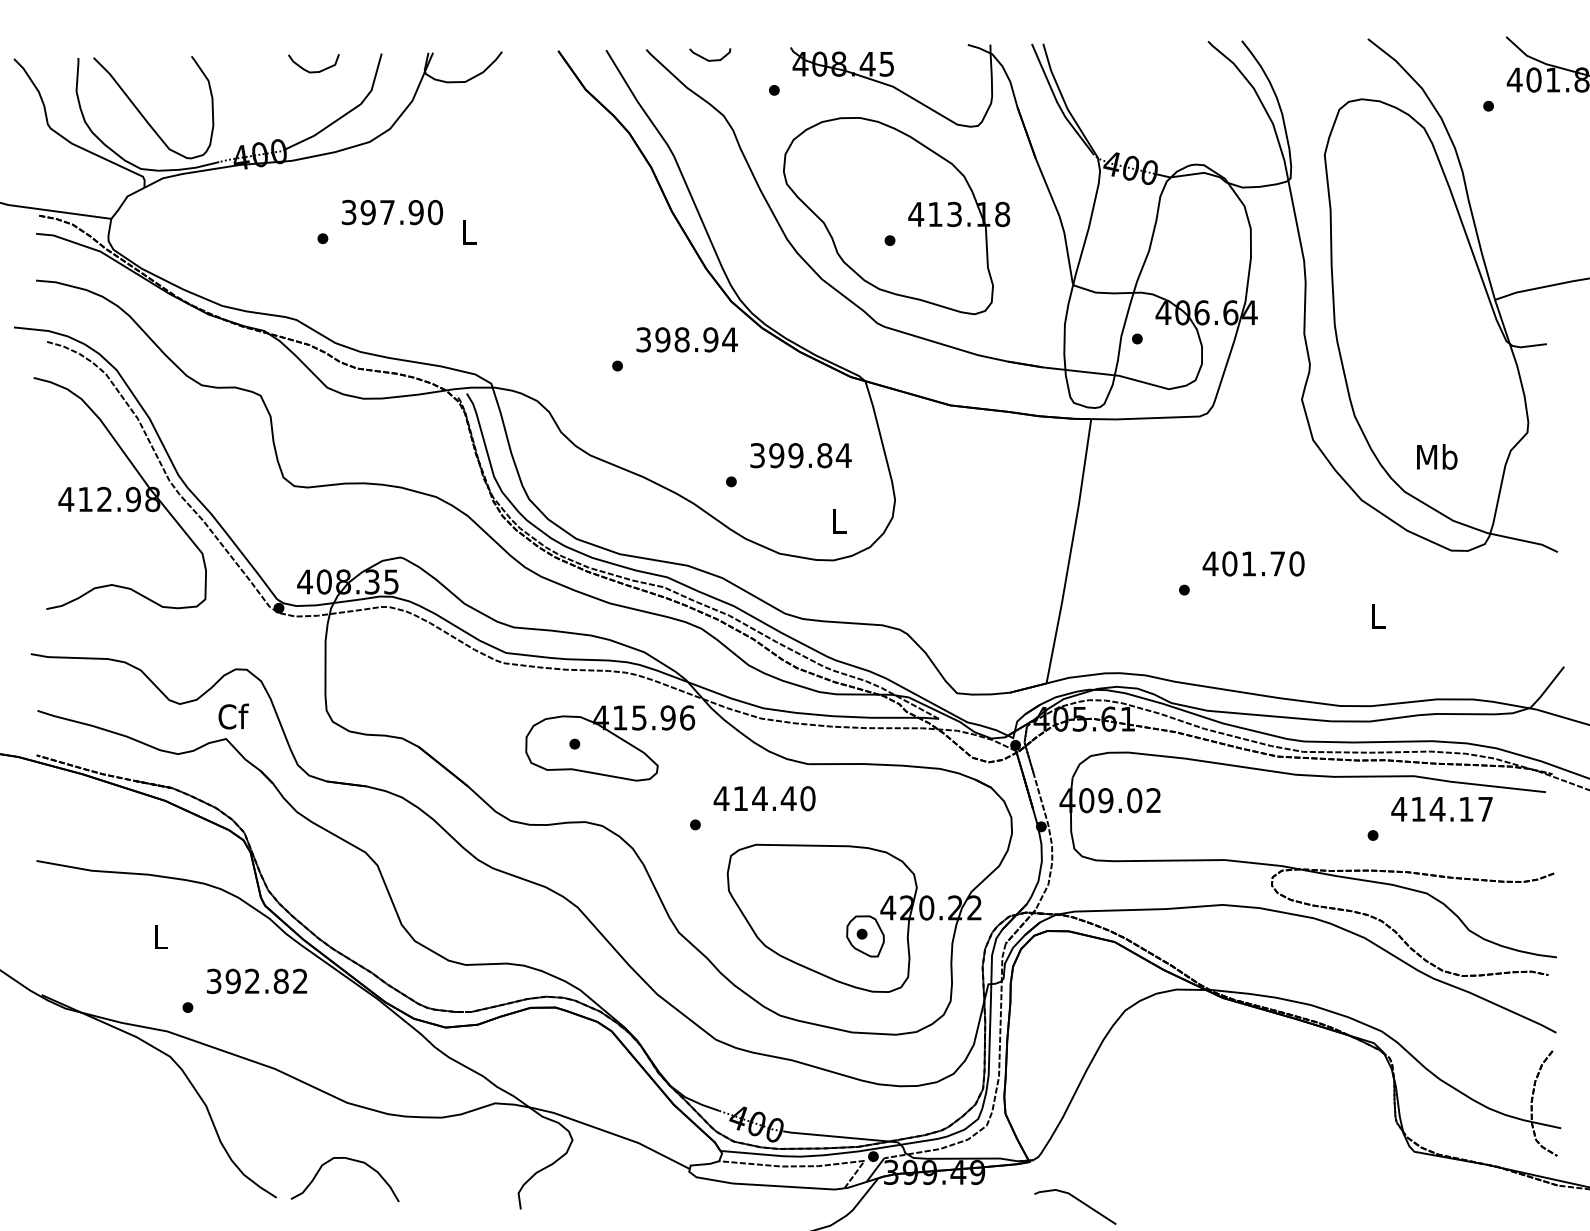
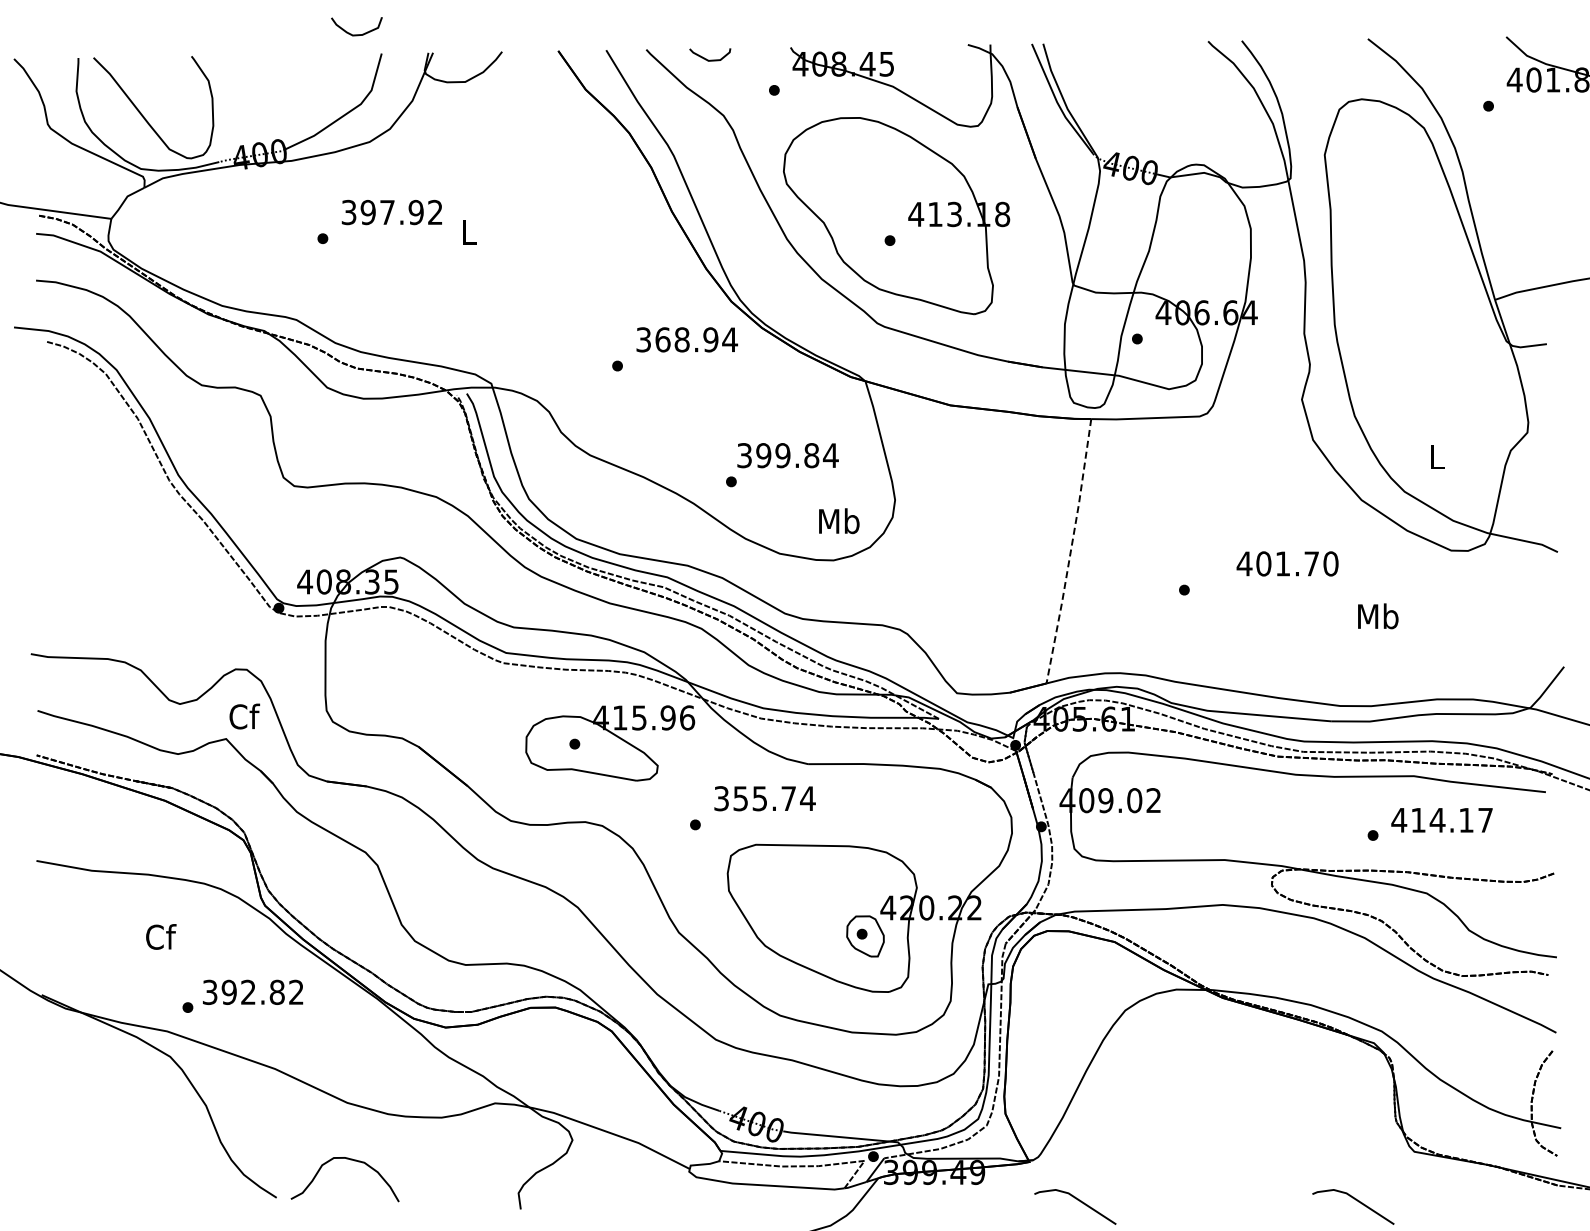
curve at (313, 71) position: (313, 71) -> (356, 34)
text at (435, 212): 397.90 -> 397.92
text at (662, 339): 398.94 -> 368.94
text at (800, 455) position: (800, 455) -> (787, 455)
text at (1437, 456): Mb -> L
part at (126, 493): present -> none
text at (839, 521): L -> Mb
line at (1070, 551): solid -> dashed
text at (1253, 563) position: (1253, 563) -> (1287, 563)
text at (1378, 616): L -> Mb
text at (233, 716) position: (233, 716) -> (244, 716)
text at (764, 798): 414.40 -> 355.74
text at (1441, 809) position: (1441, 809) -> (1441, 820)
text at (161, 936): L -> Cf
text at (257, 980) position: (257, 980) -> (253, 991)
line at (1355, 1200): none -> present
